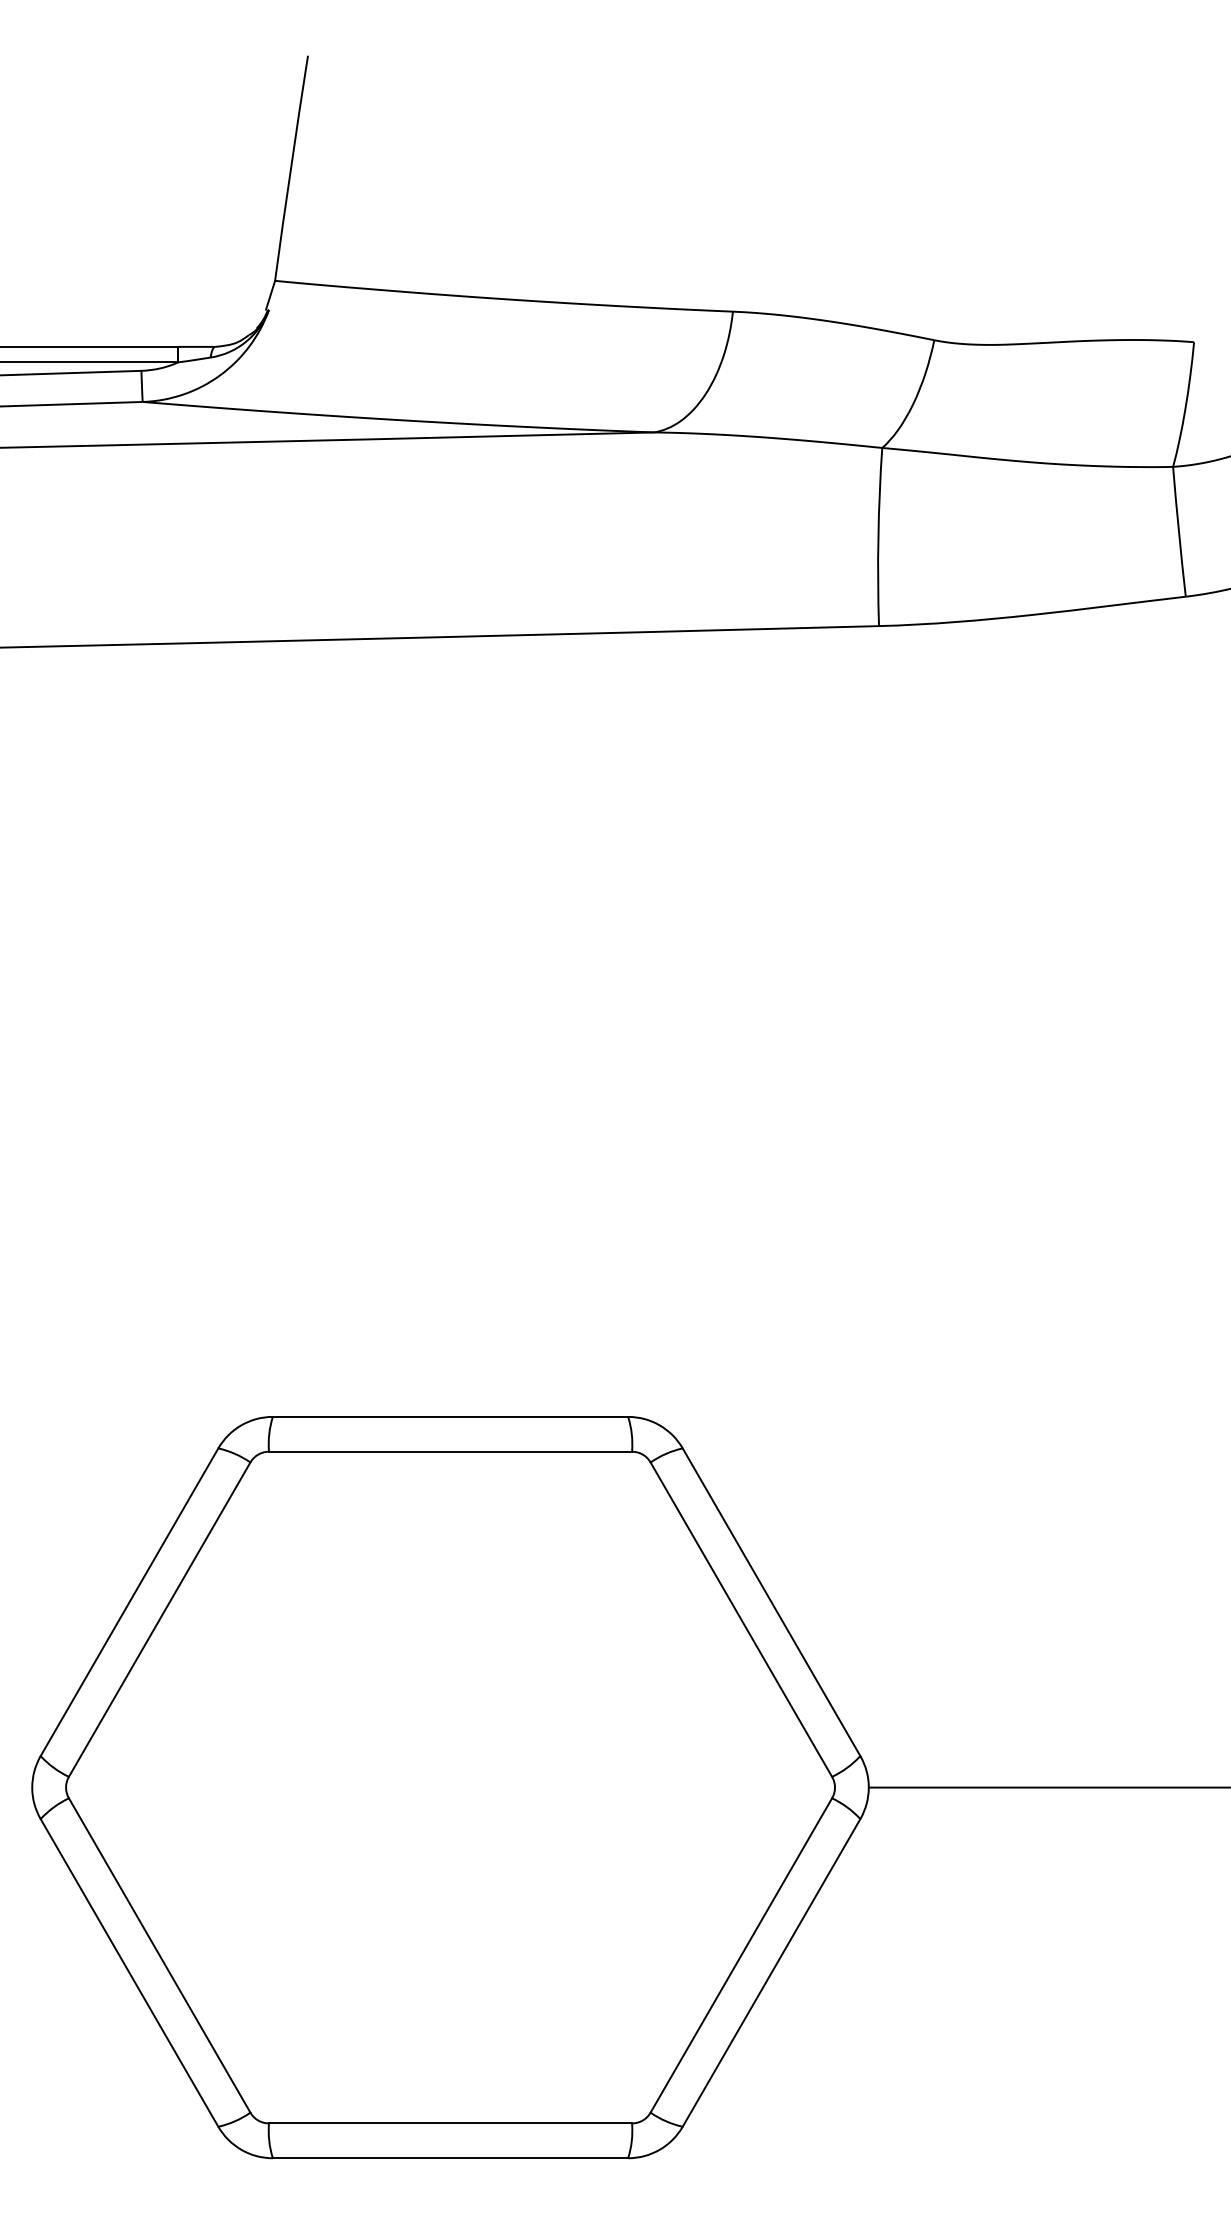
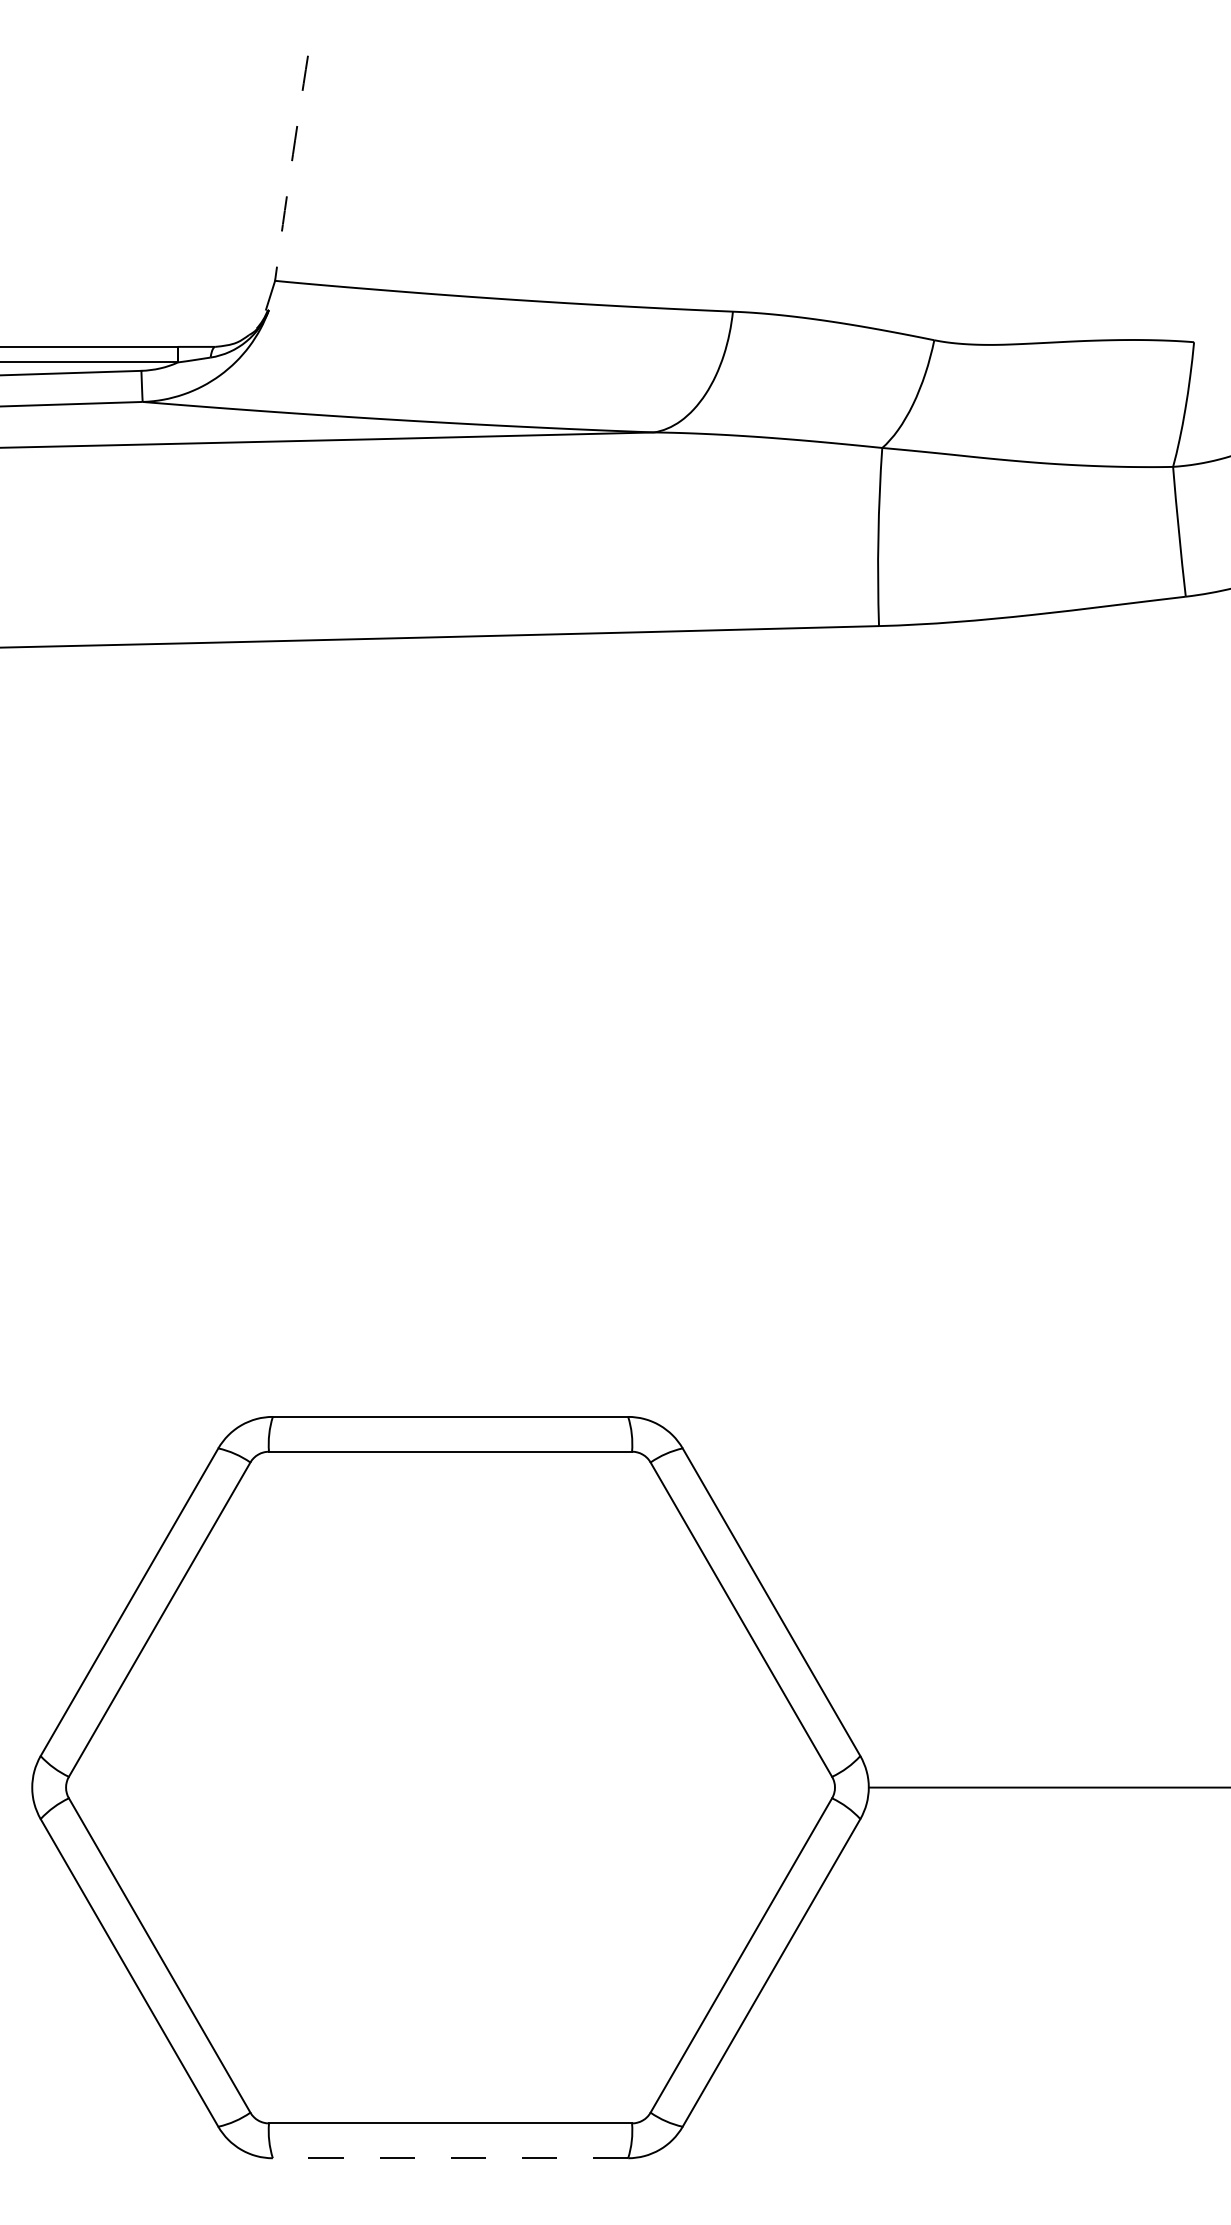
arc at (291, 168): solid -> dashed
line at (450, 2158): solid -> dashed
